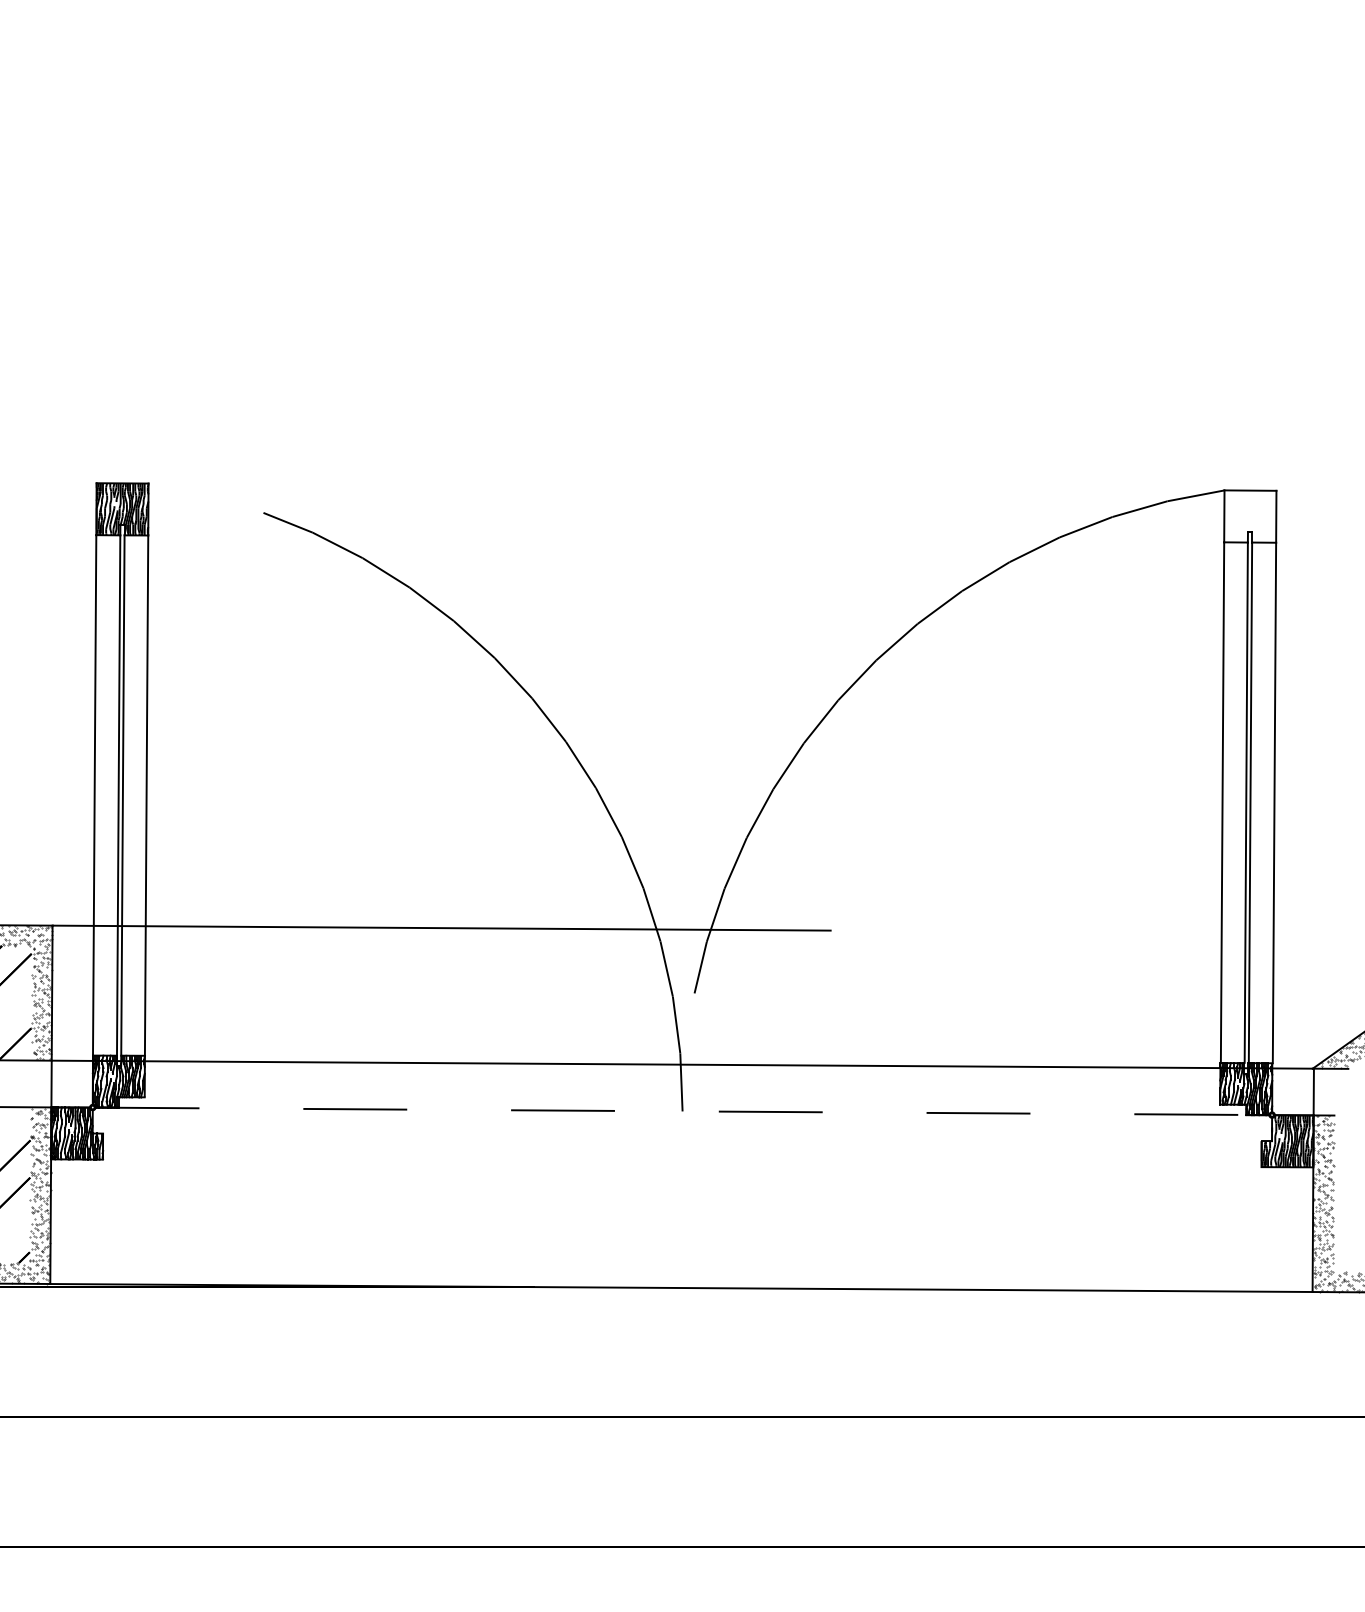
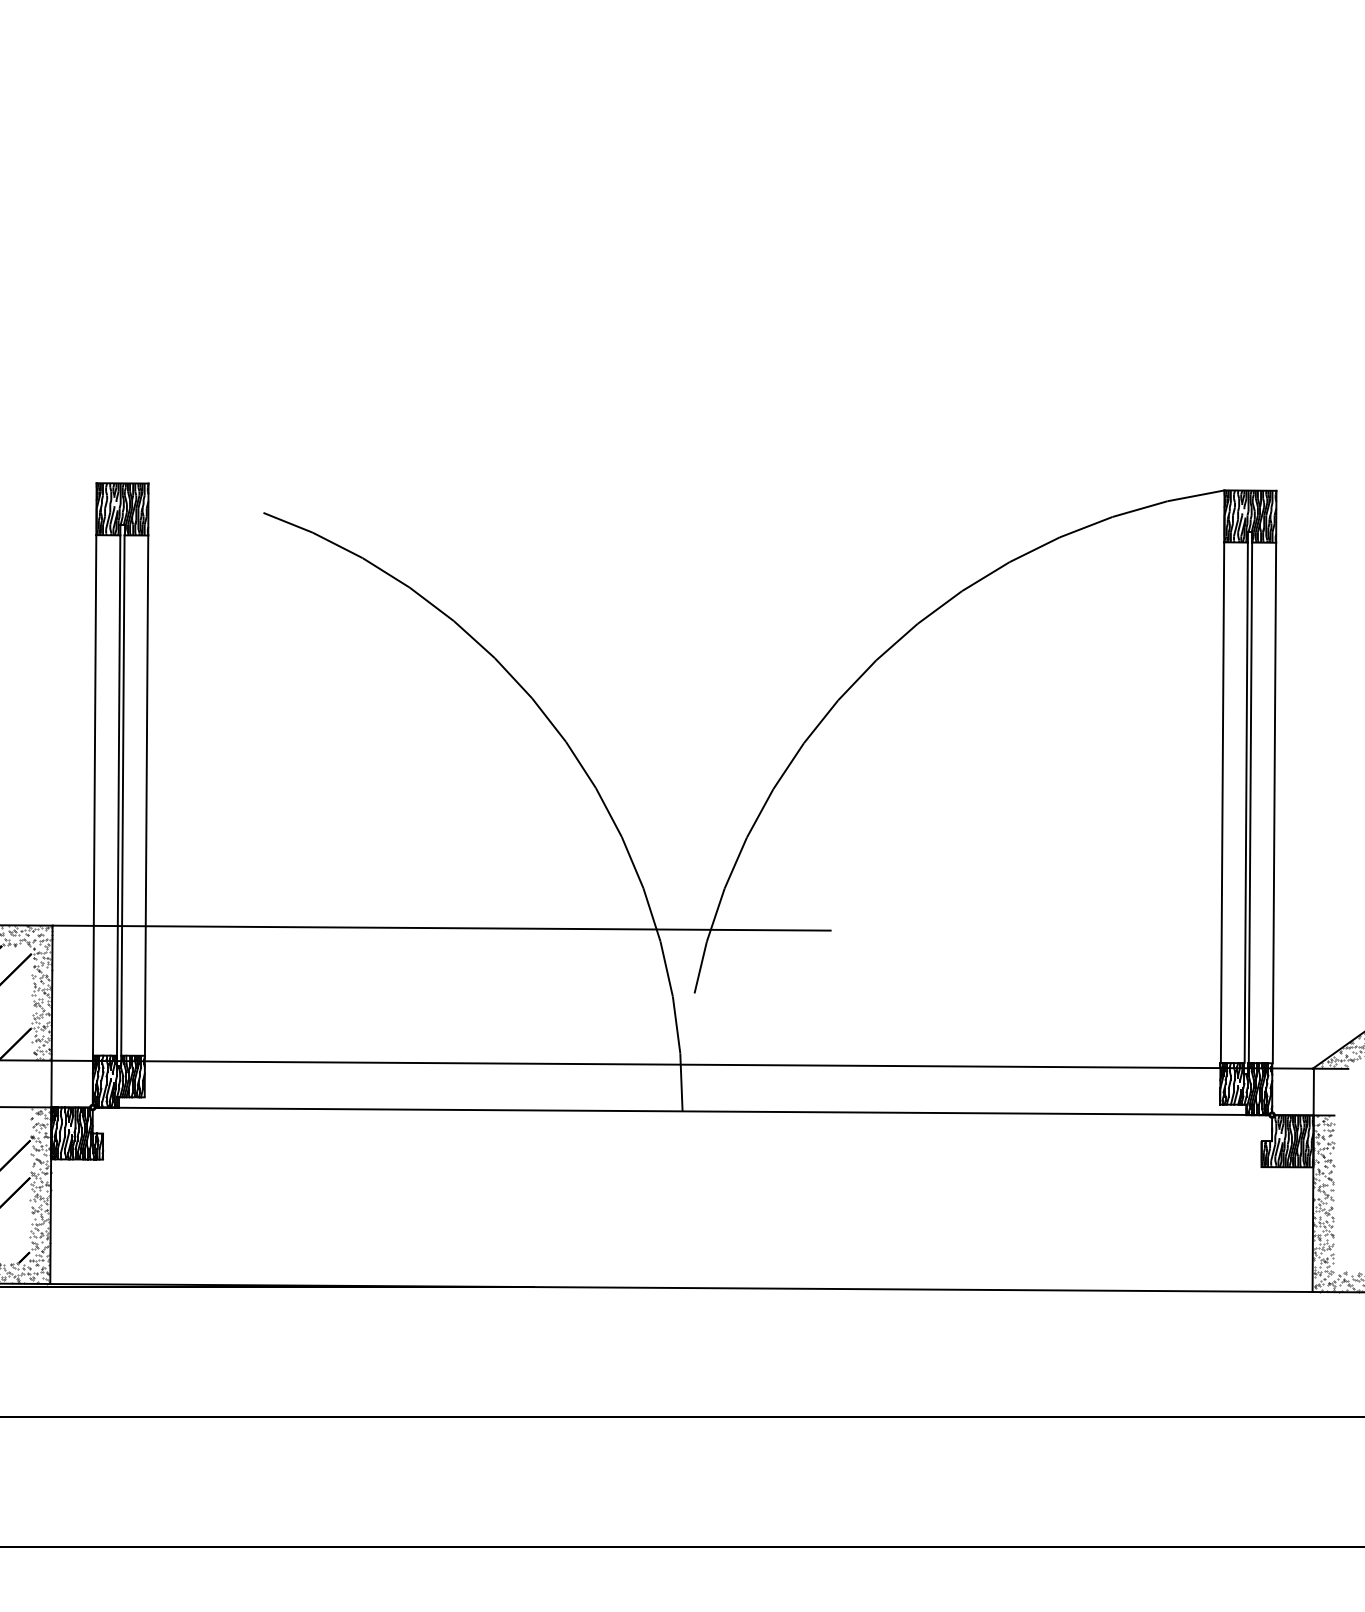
hatch at (1250, 516): none -> present
line at (682, 1111): dashed -> solid
